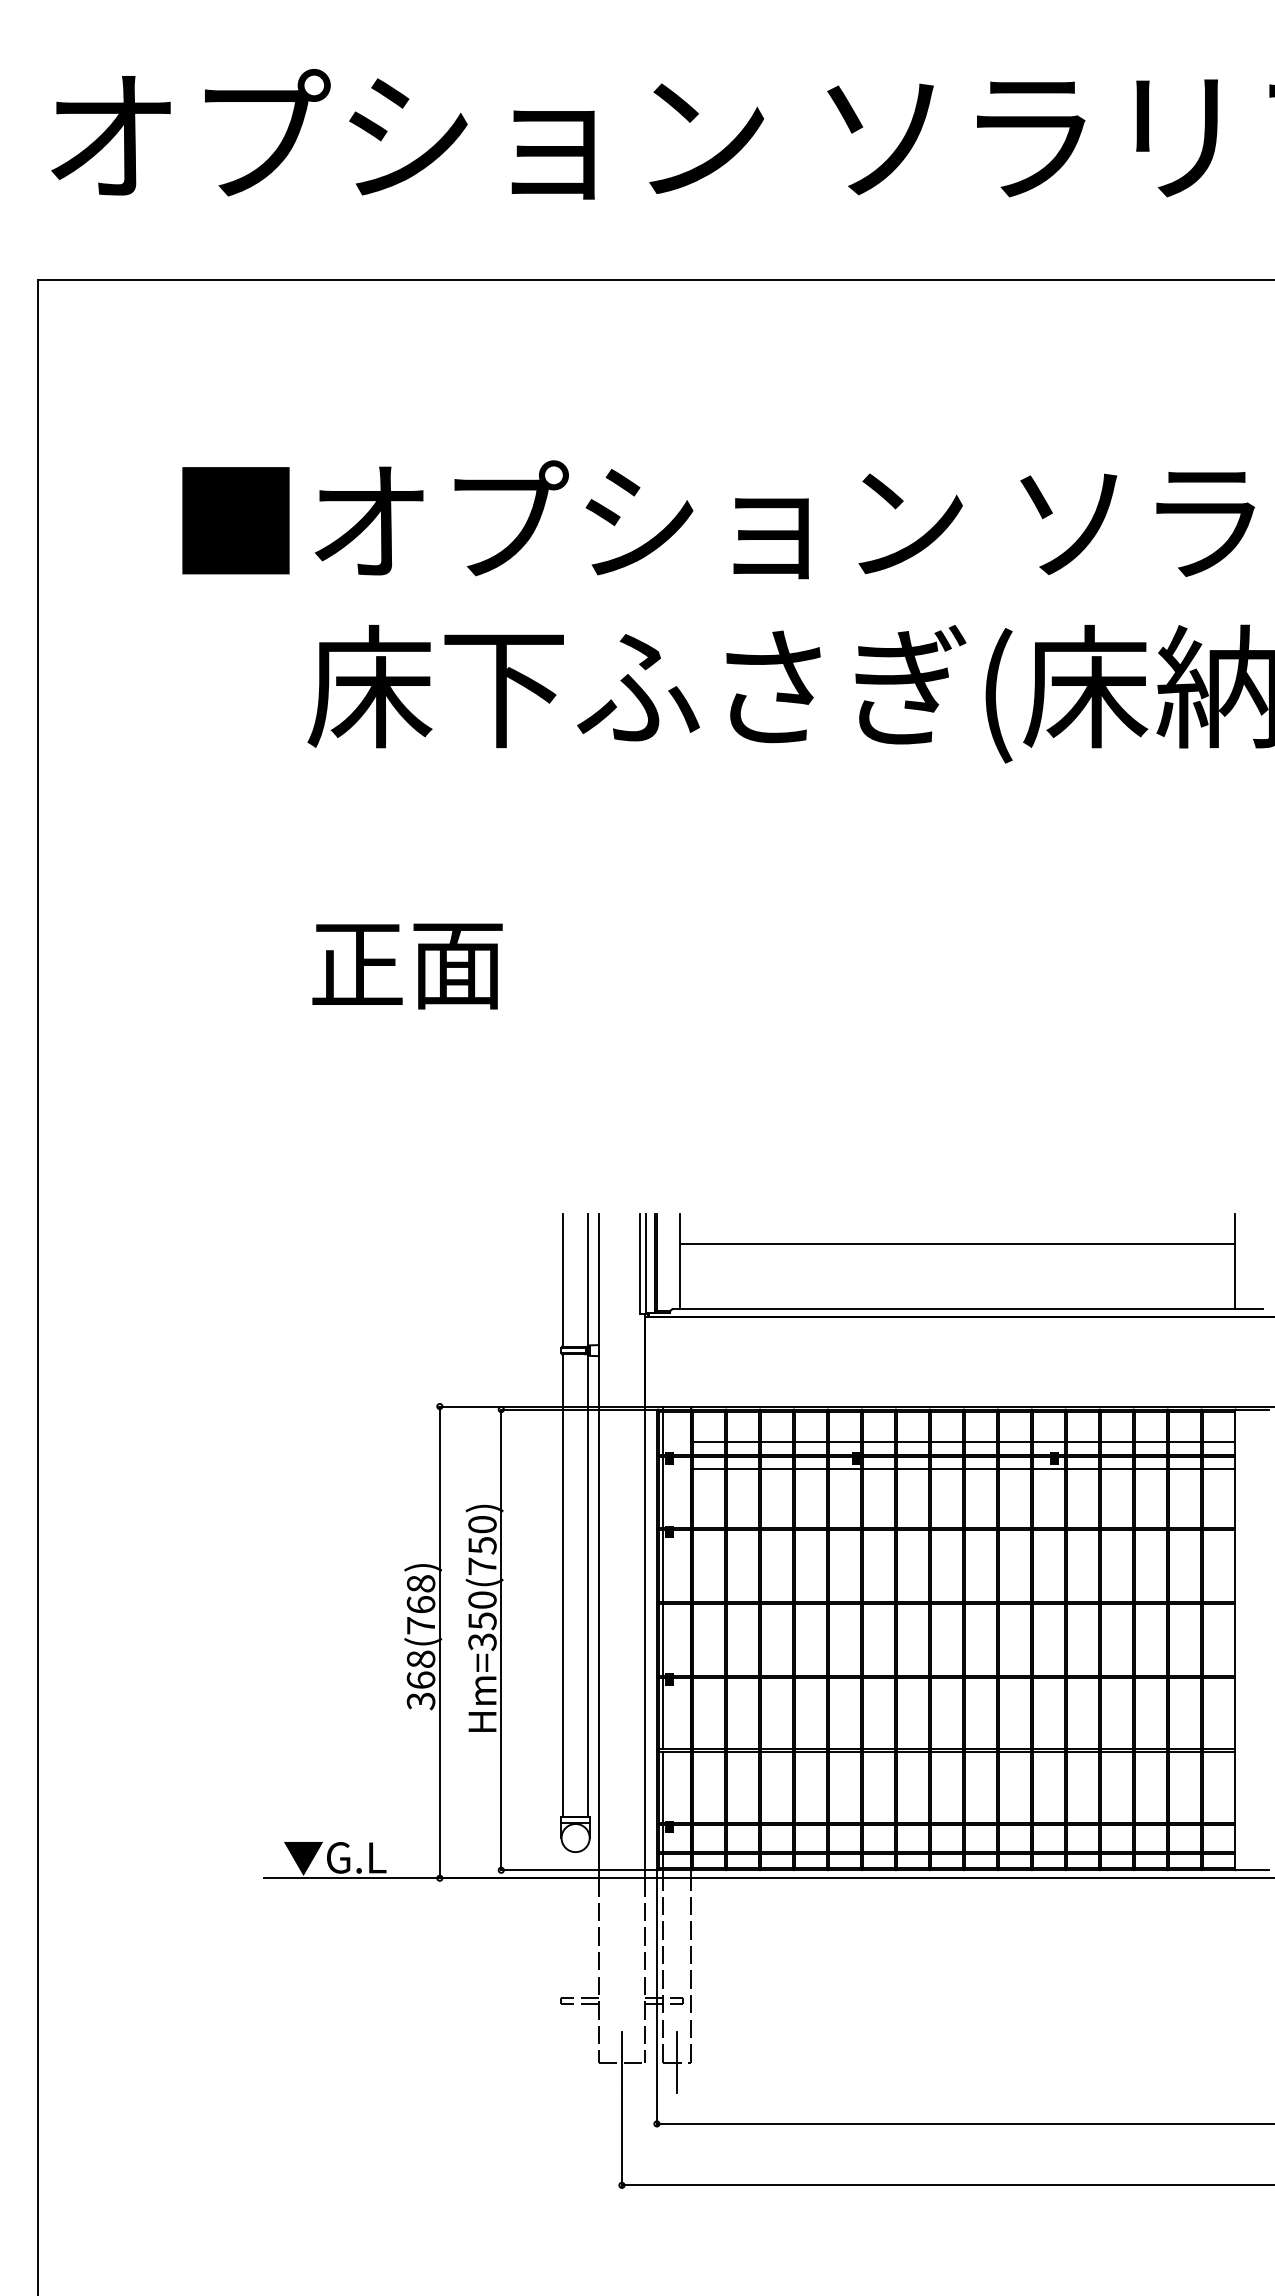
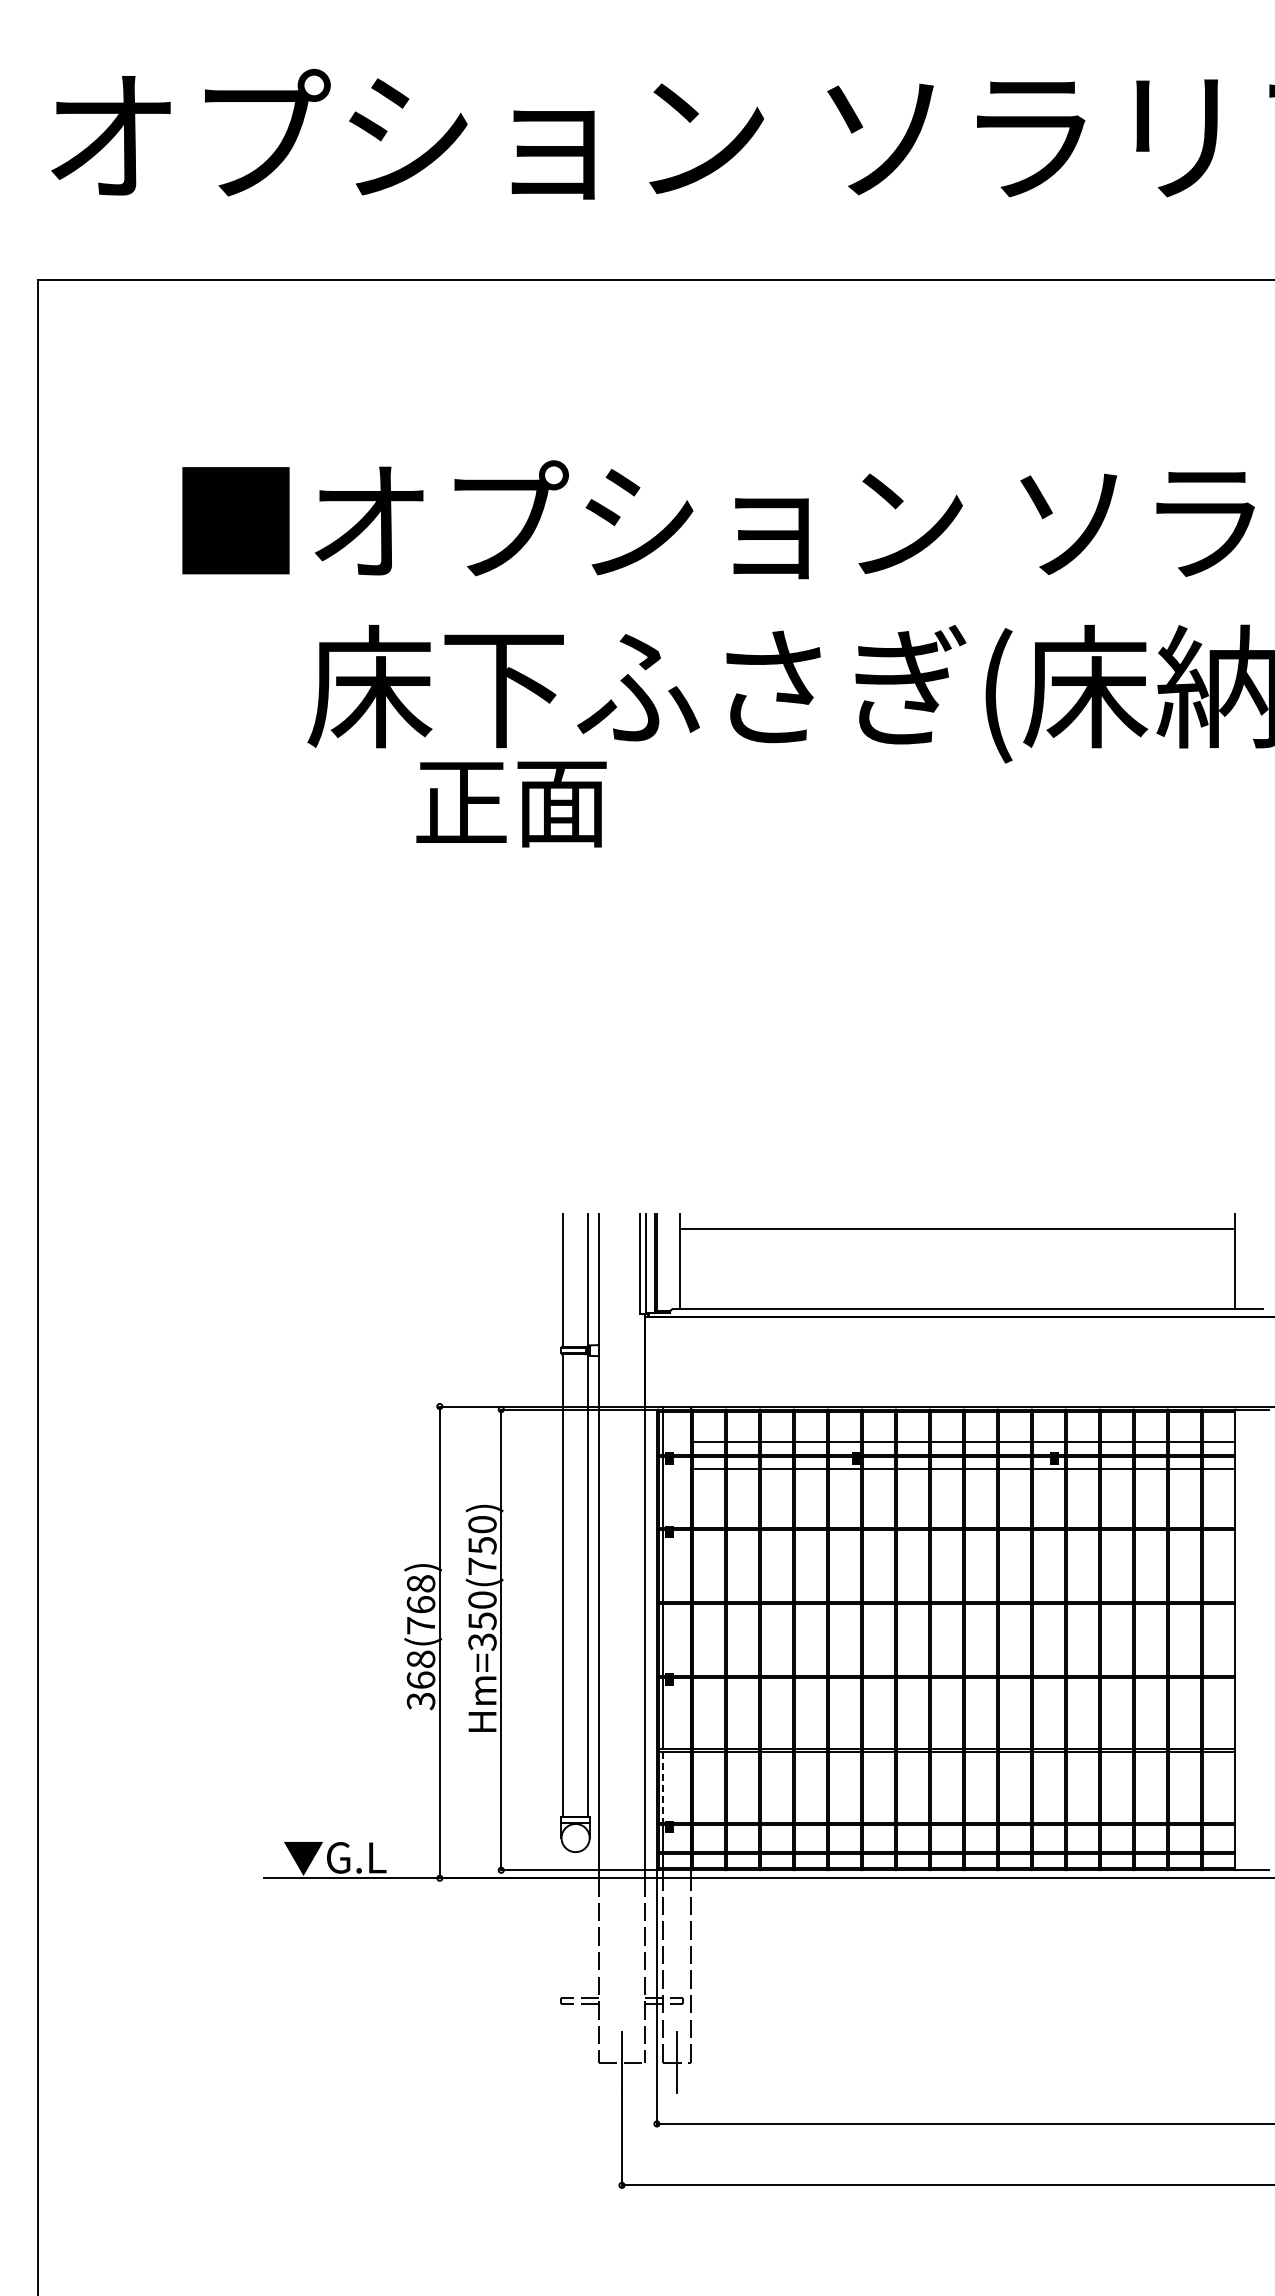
text at (407, 966) position: (407, 966) -> (511, 804)
line at (957, 1243) position: (957, 1243) -> (957, 1228)
line at (663, 1787): solid -> dashed
